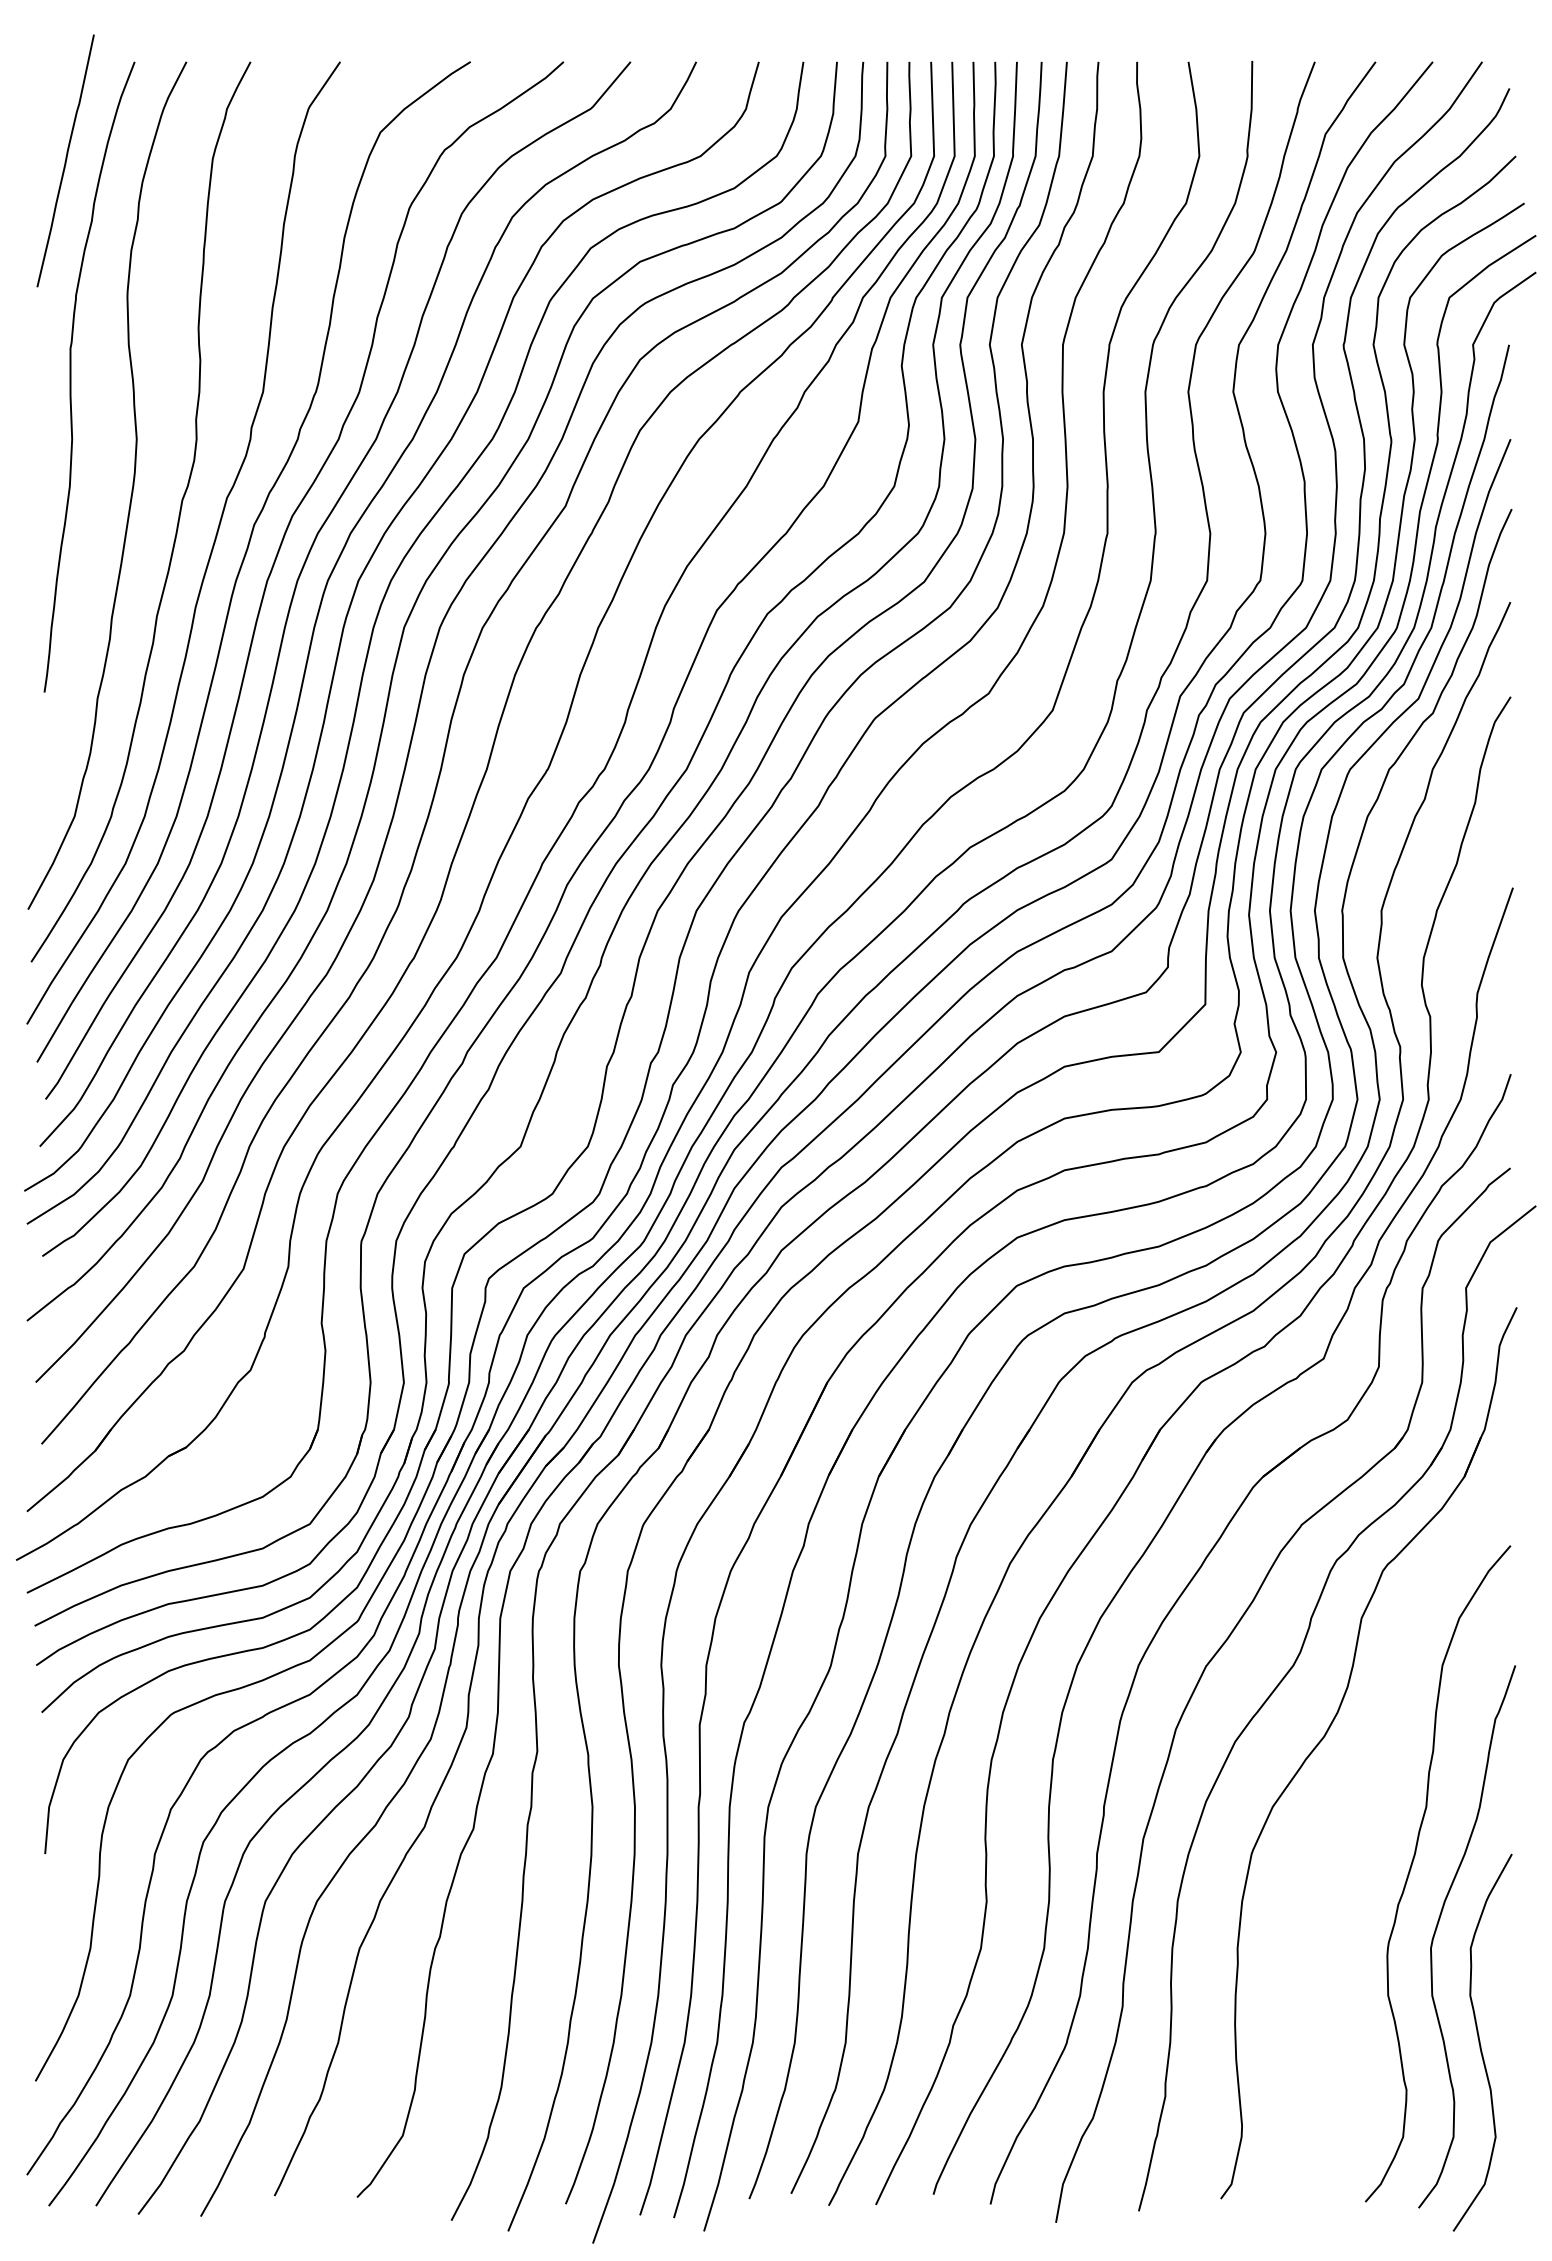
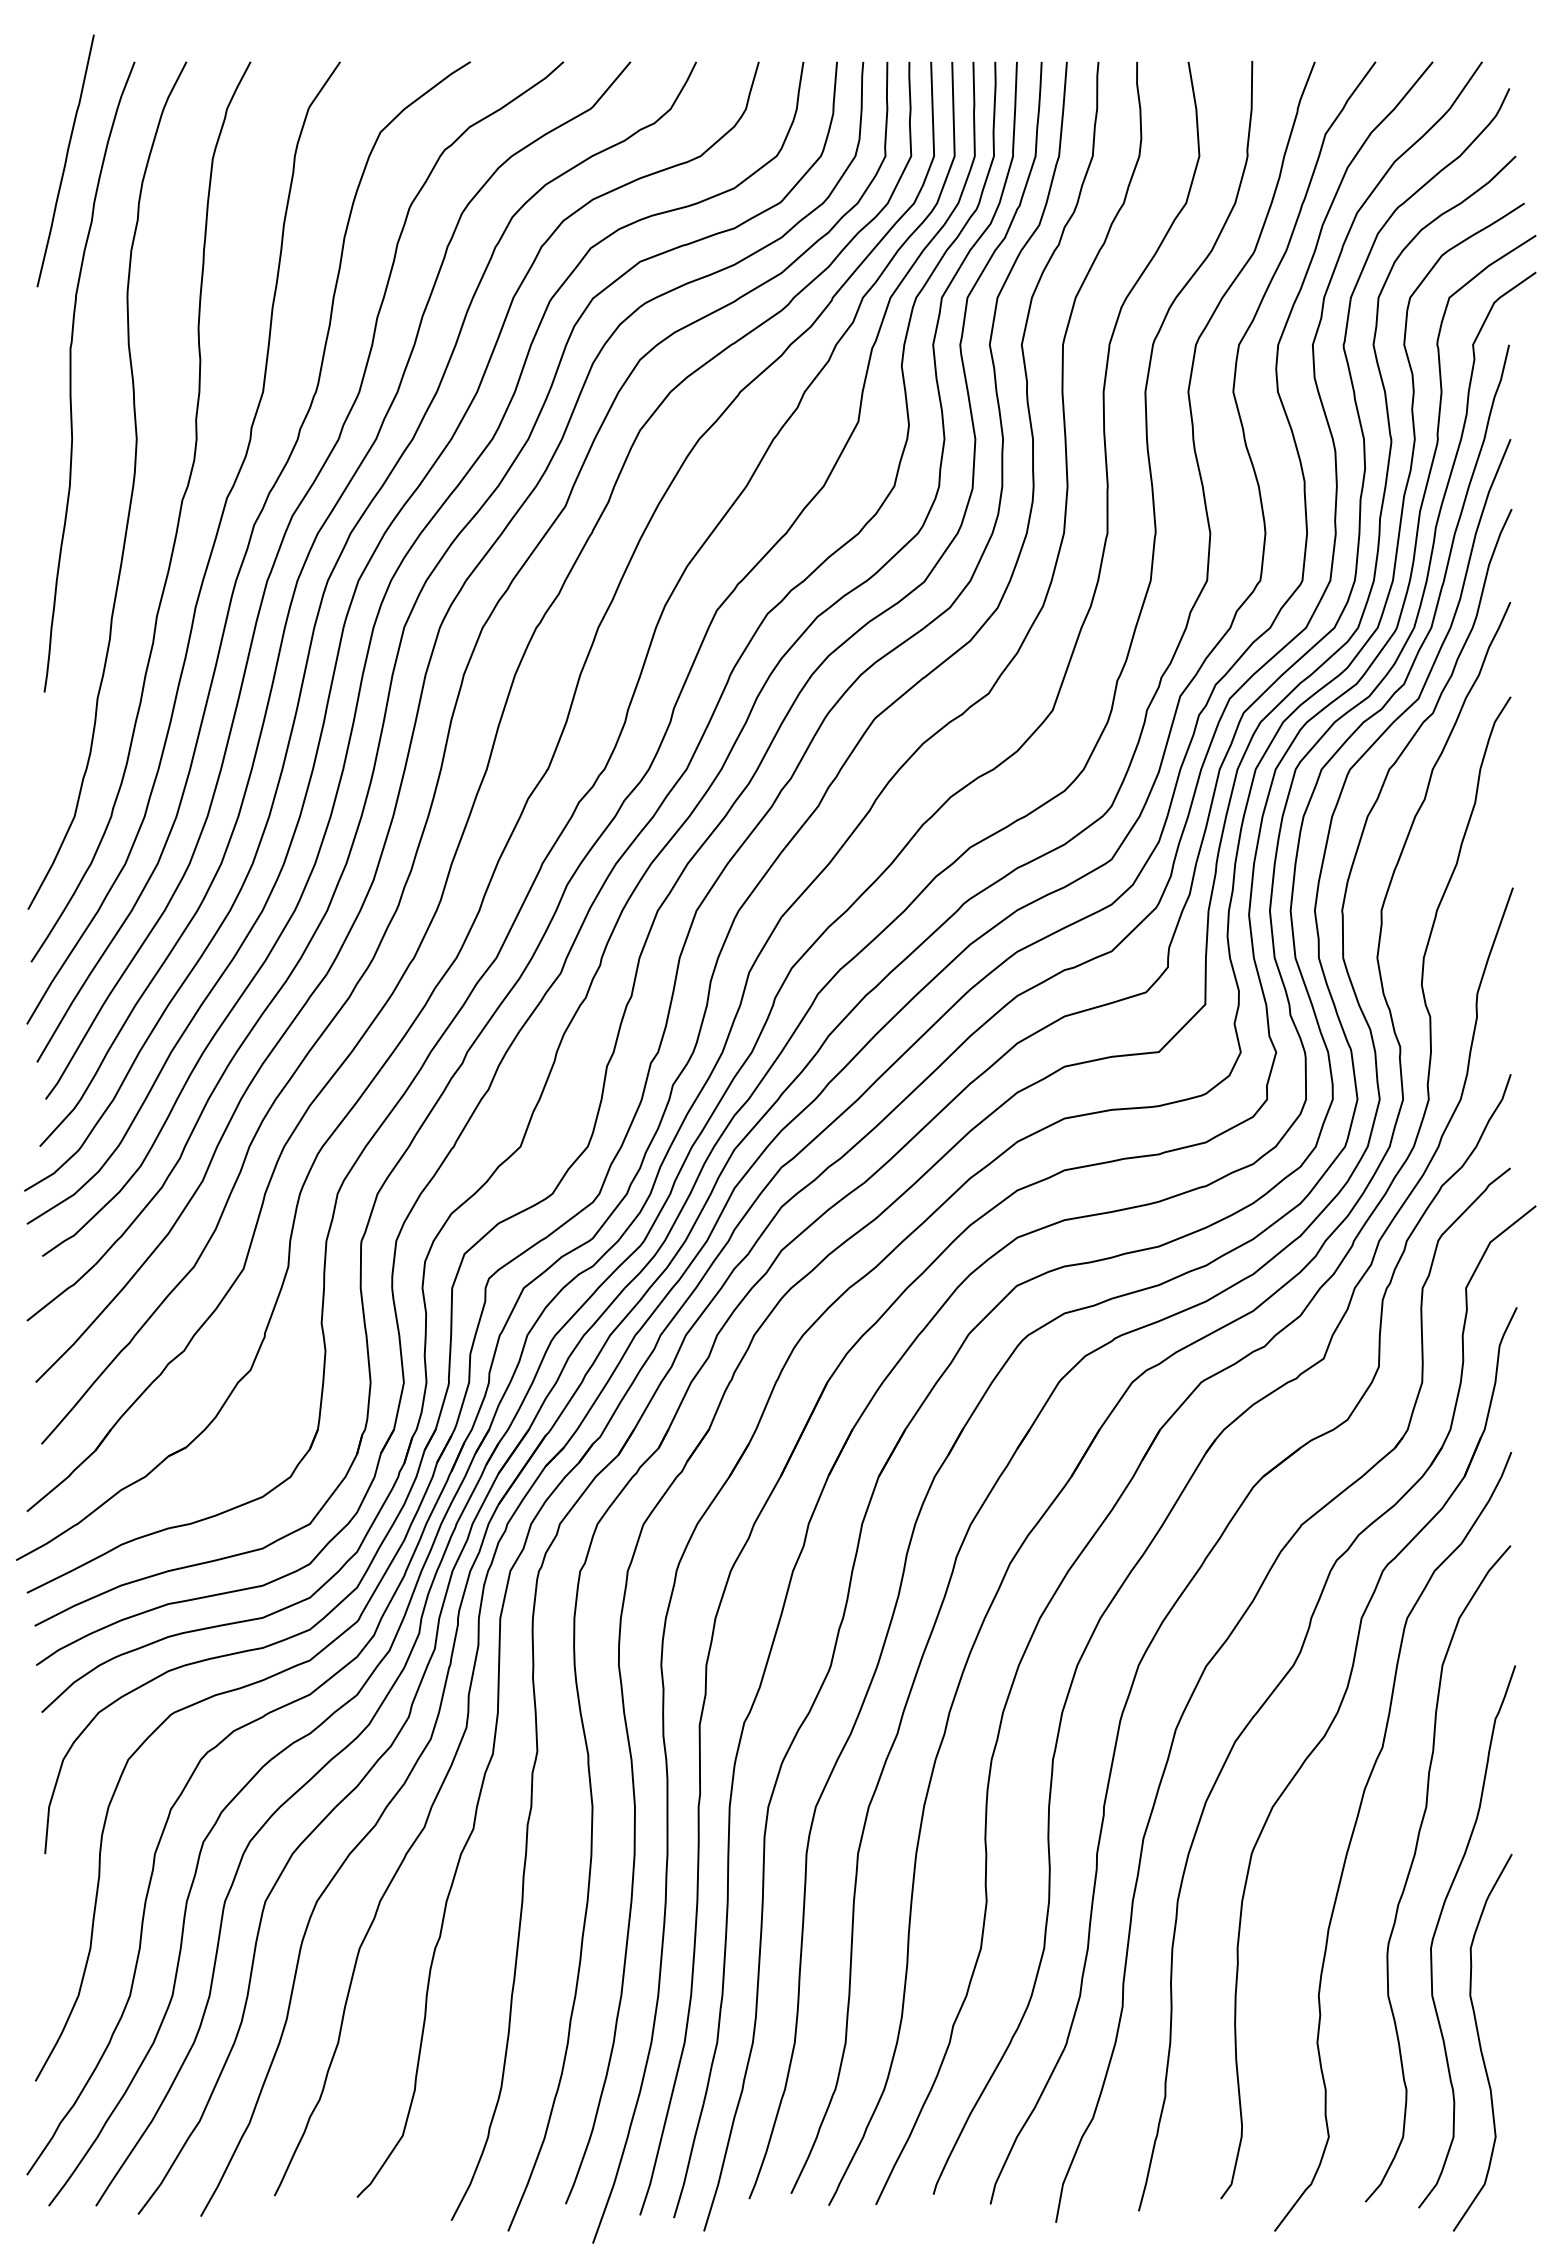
curve at (1355, 1828): none -> present
